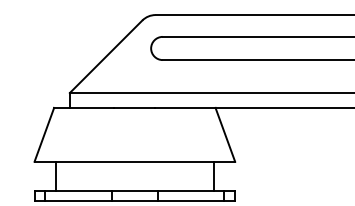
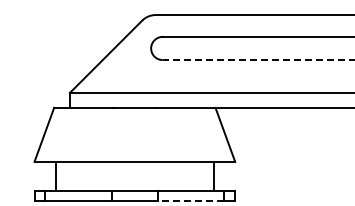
line at (258, 60): solid -> dashed
line at (190, 200): solid -> dashed
